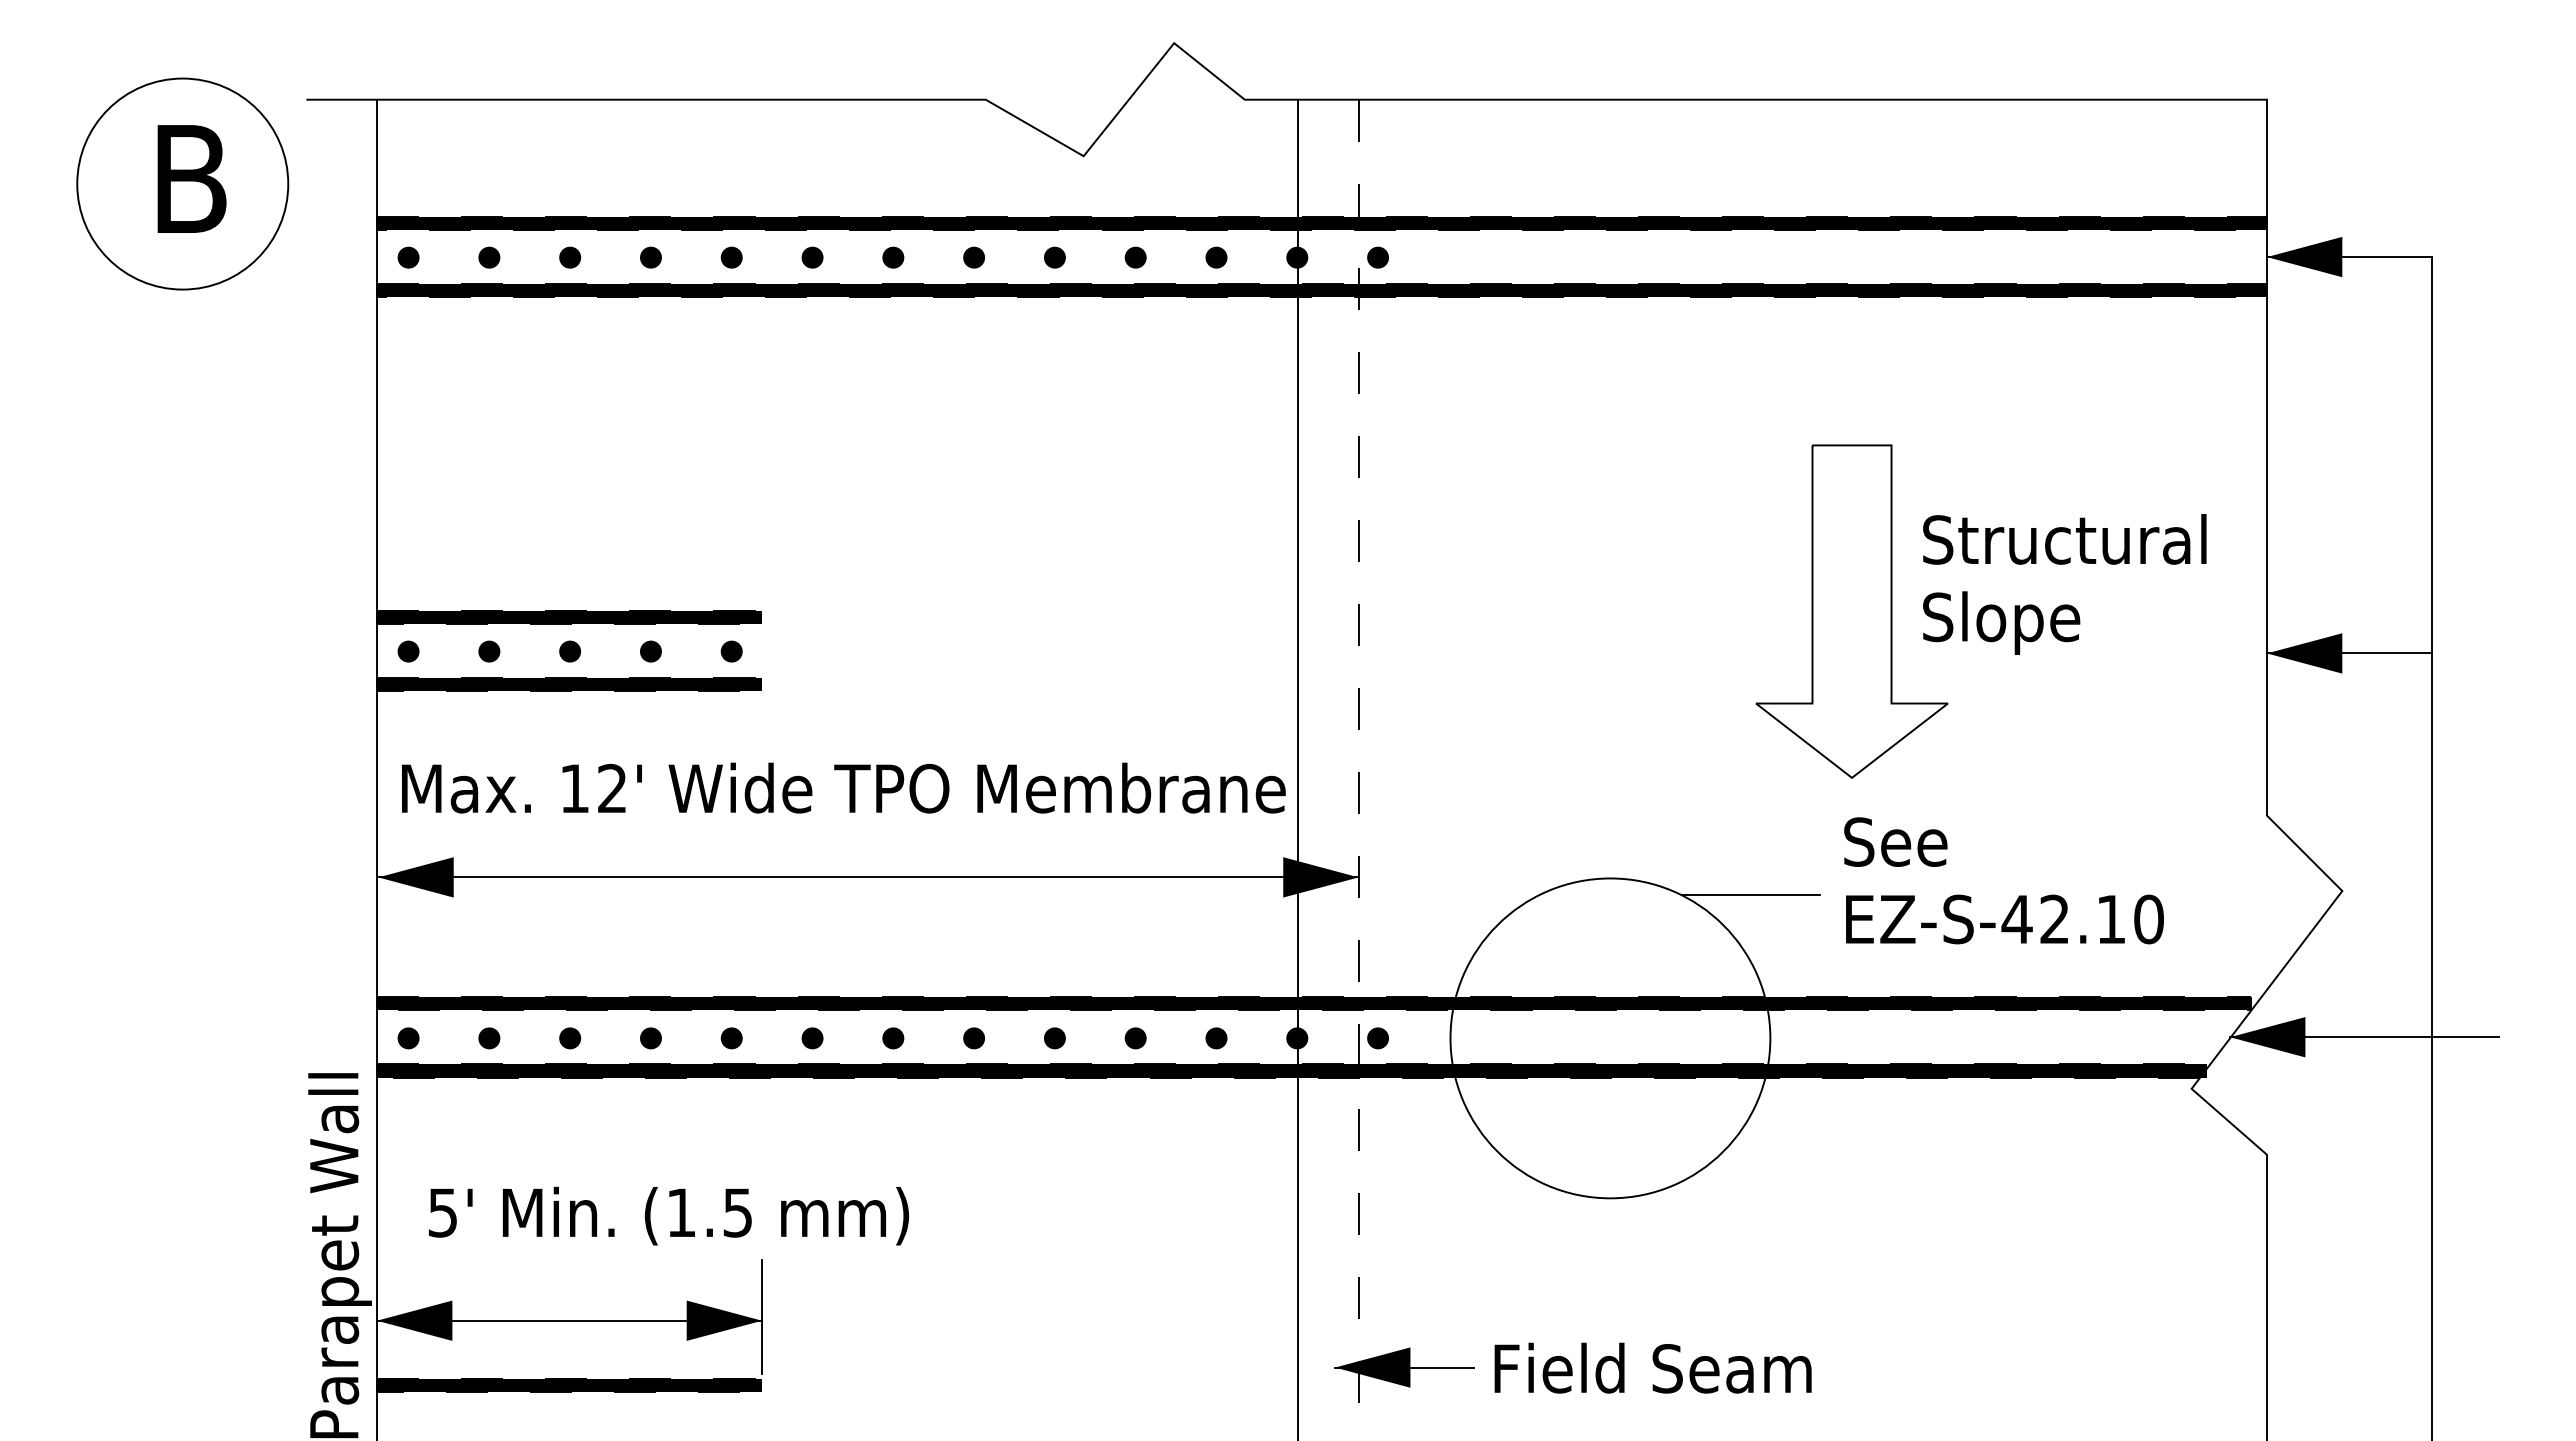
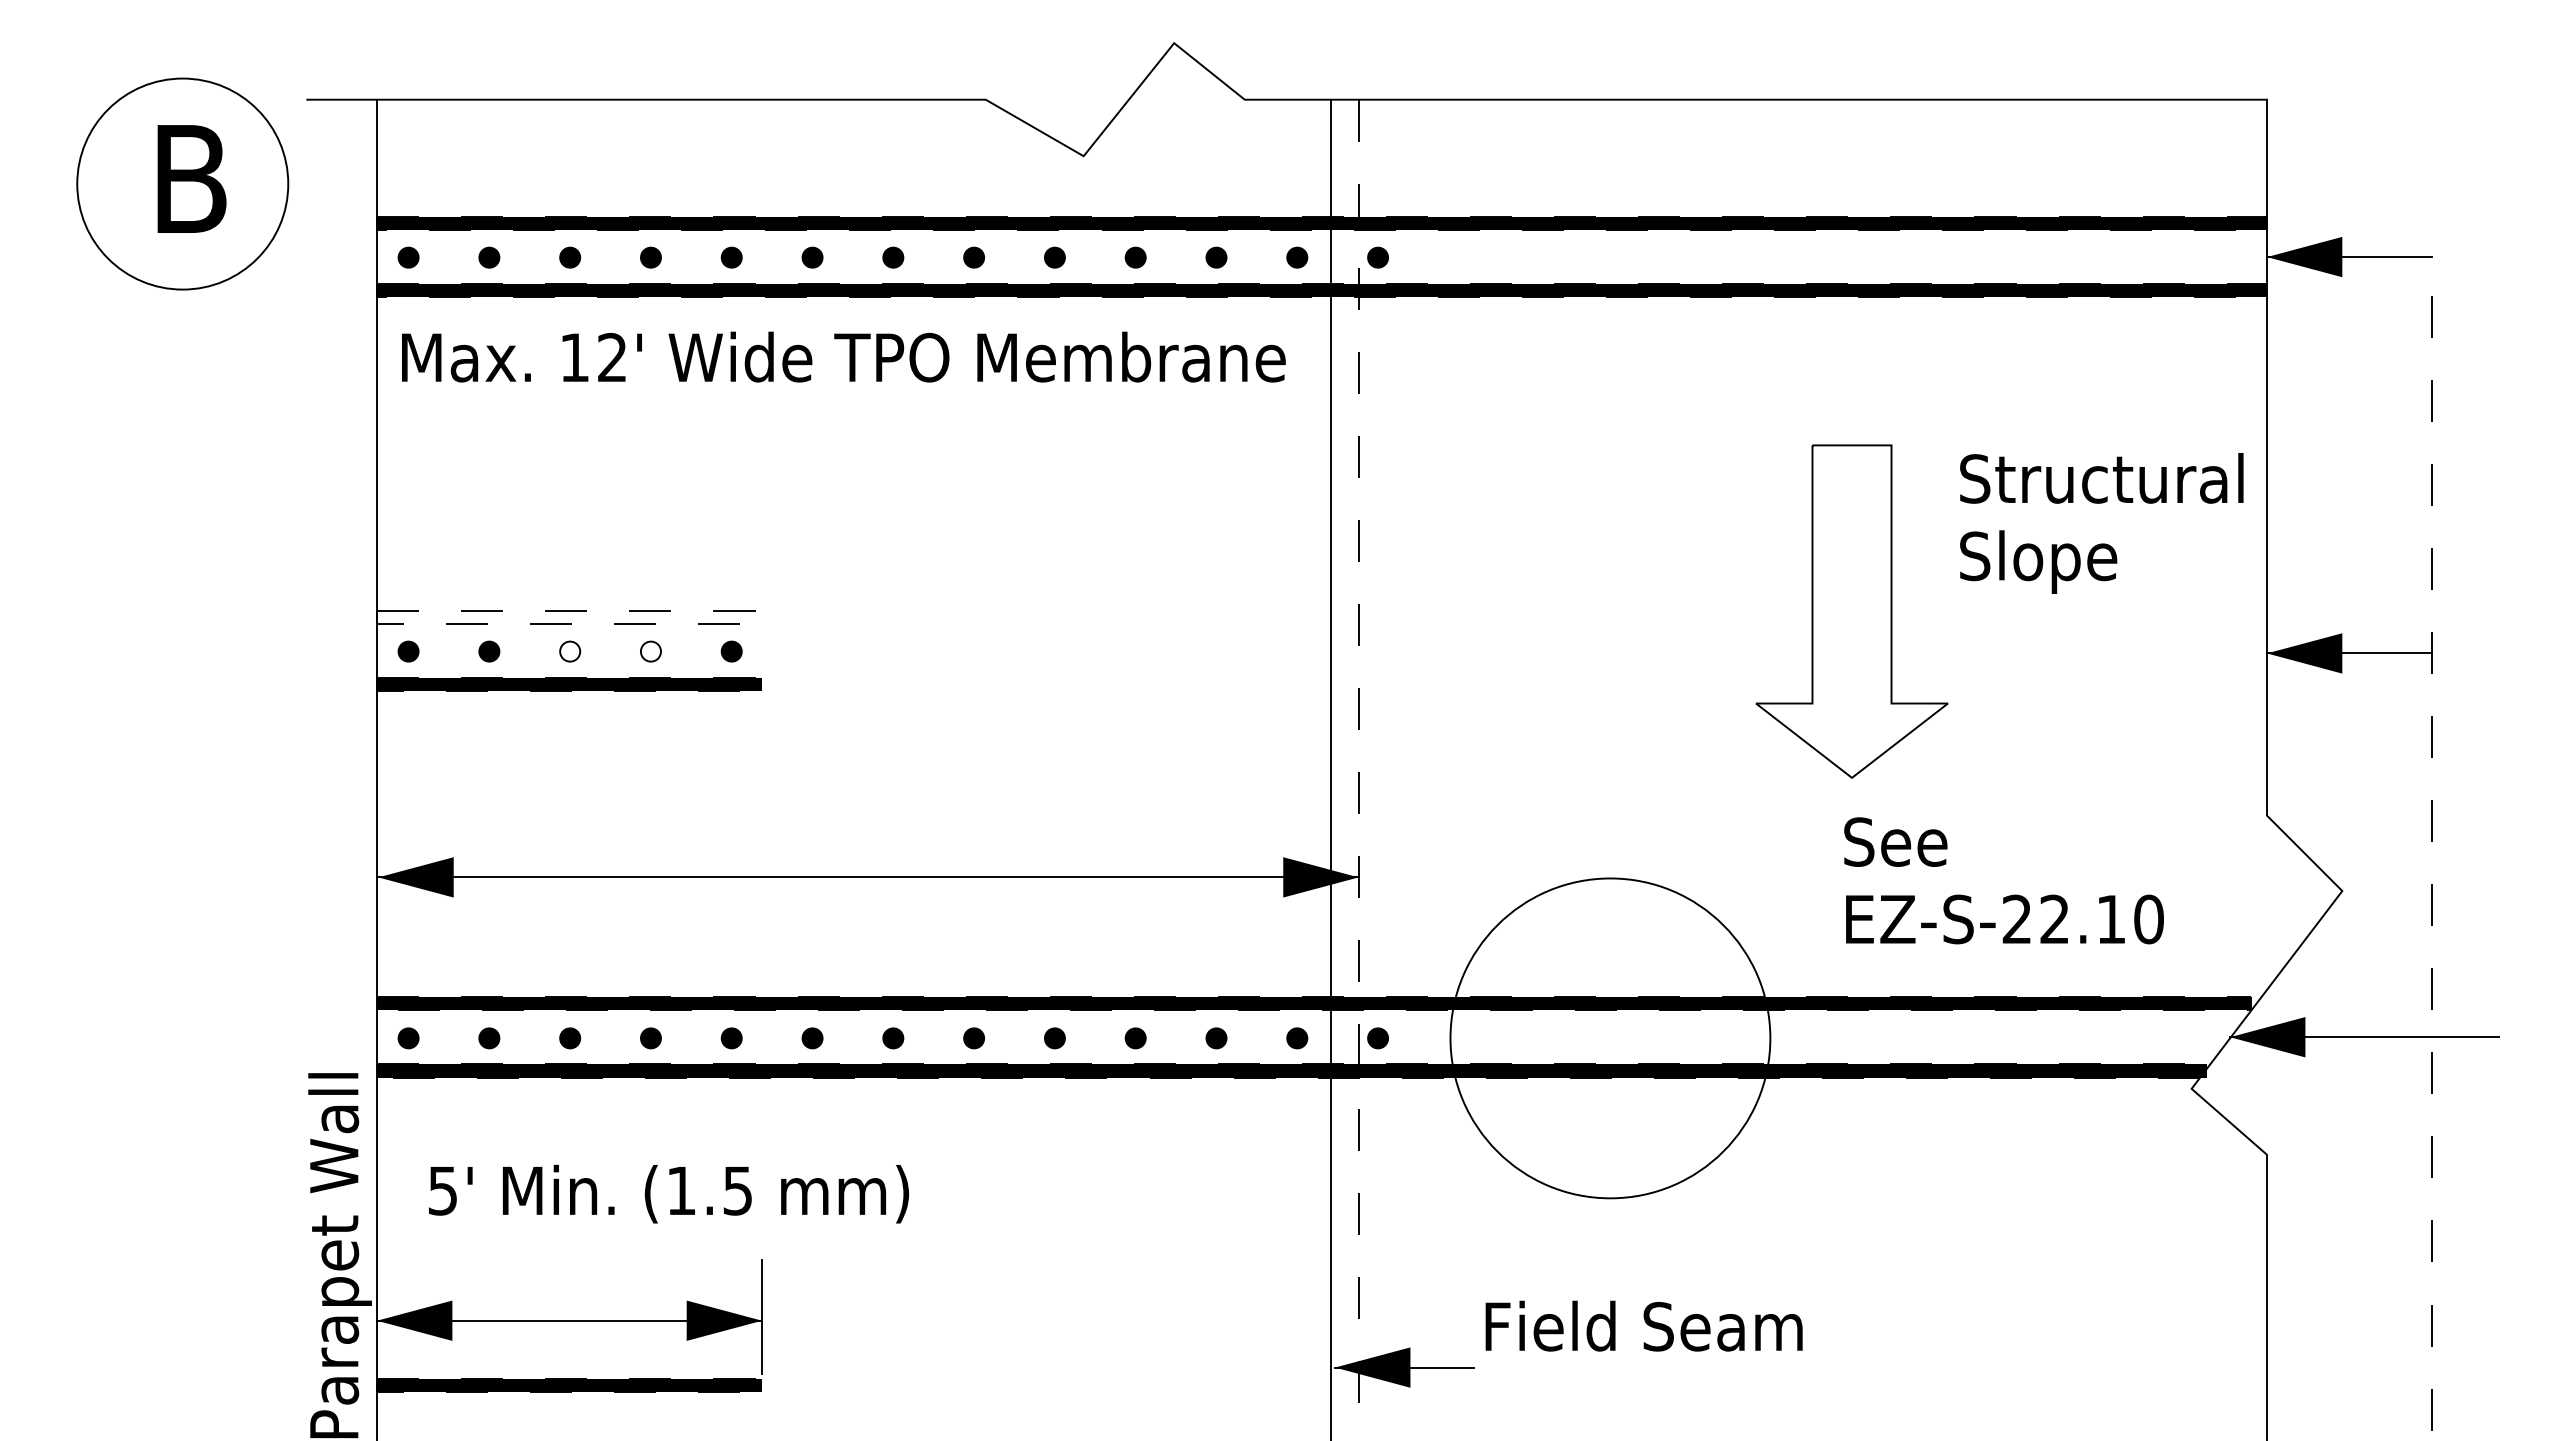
text at (2064, 584) position: (2064, 584) -> (2101, 523)
fill at (569, 616): present -> none
fill at (570, 651): present -> none
fill at (650, 651): present -> none
line at (1297, 768) position: (1297, 768) -> (1330, 768)
text at (843, 787) position: (843, 787) -> (843, 356)
line at (2432, 848): solid -> dashed
line at (1750, 895): present -> none
text at (2016, 918): EZ-S-42.10 -> EZ-S-22.10
text at (669, 1215) position: (669, 1215) -> (669, 1193)
text at (1652, 1367) position: (1652, 1367) -> (1643, 1325)
